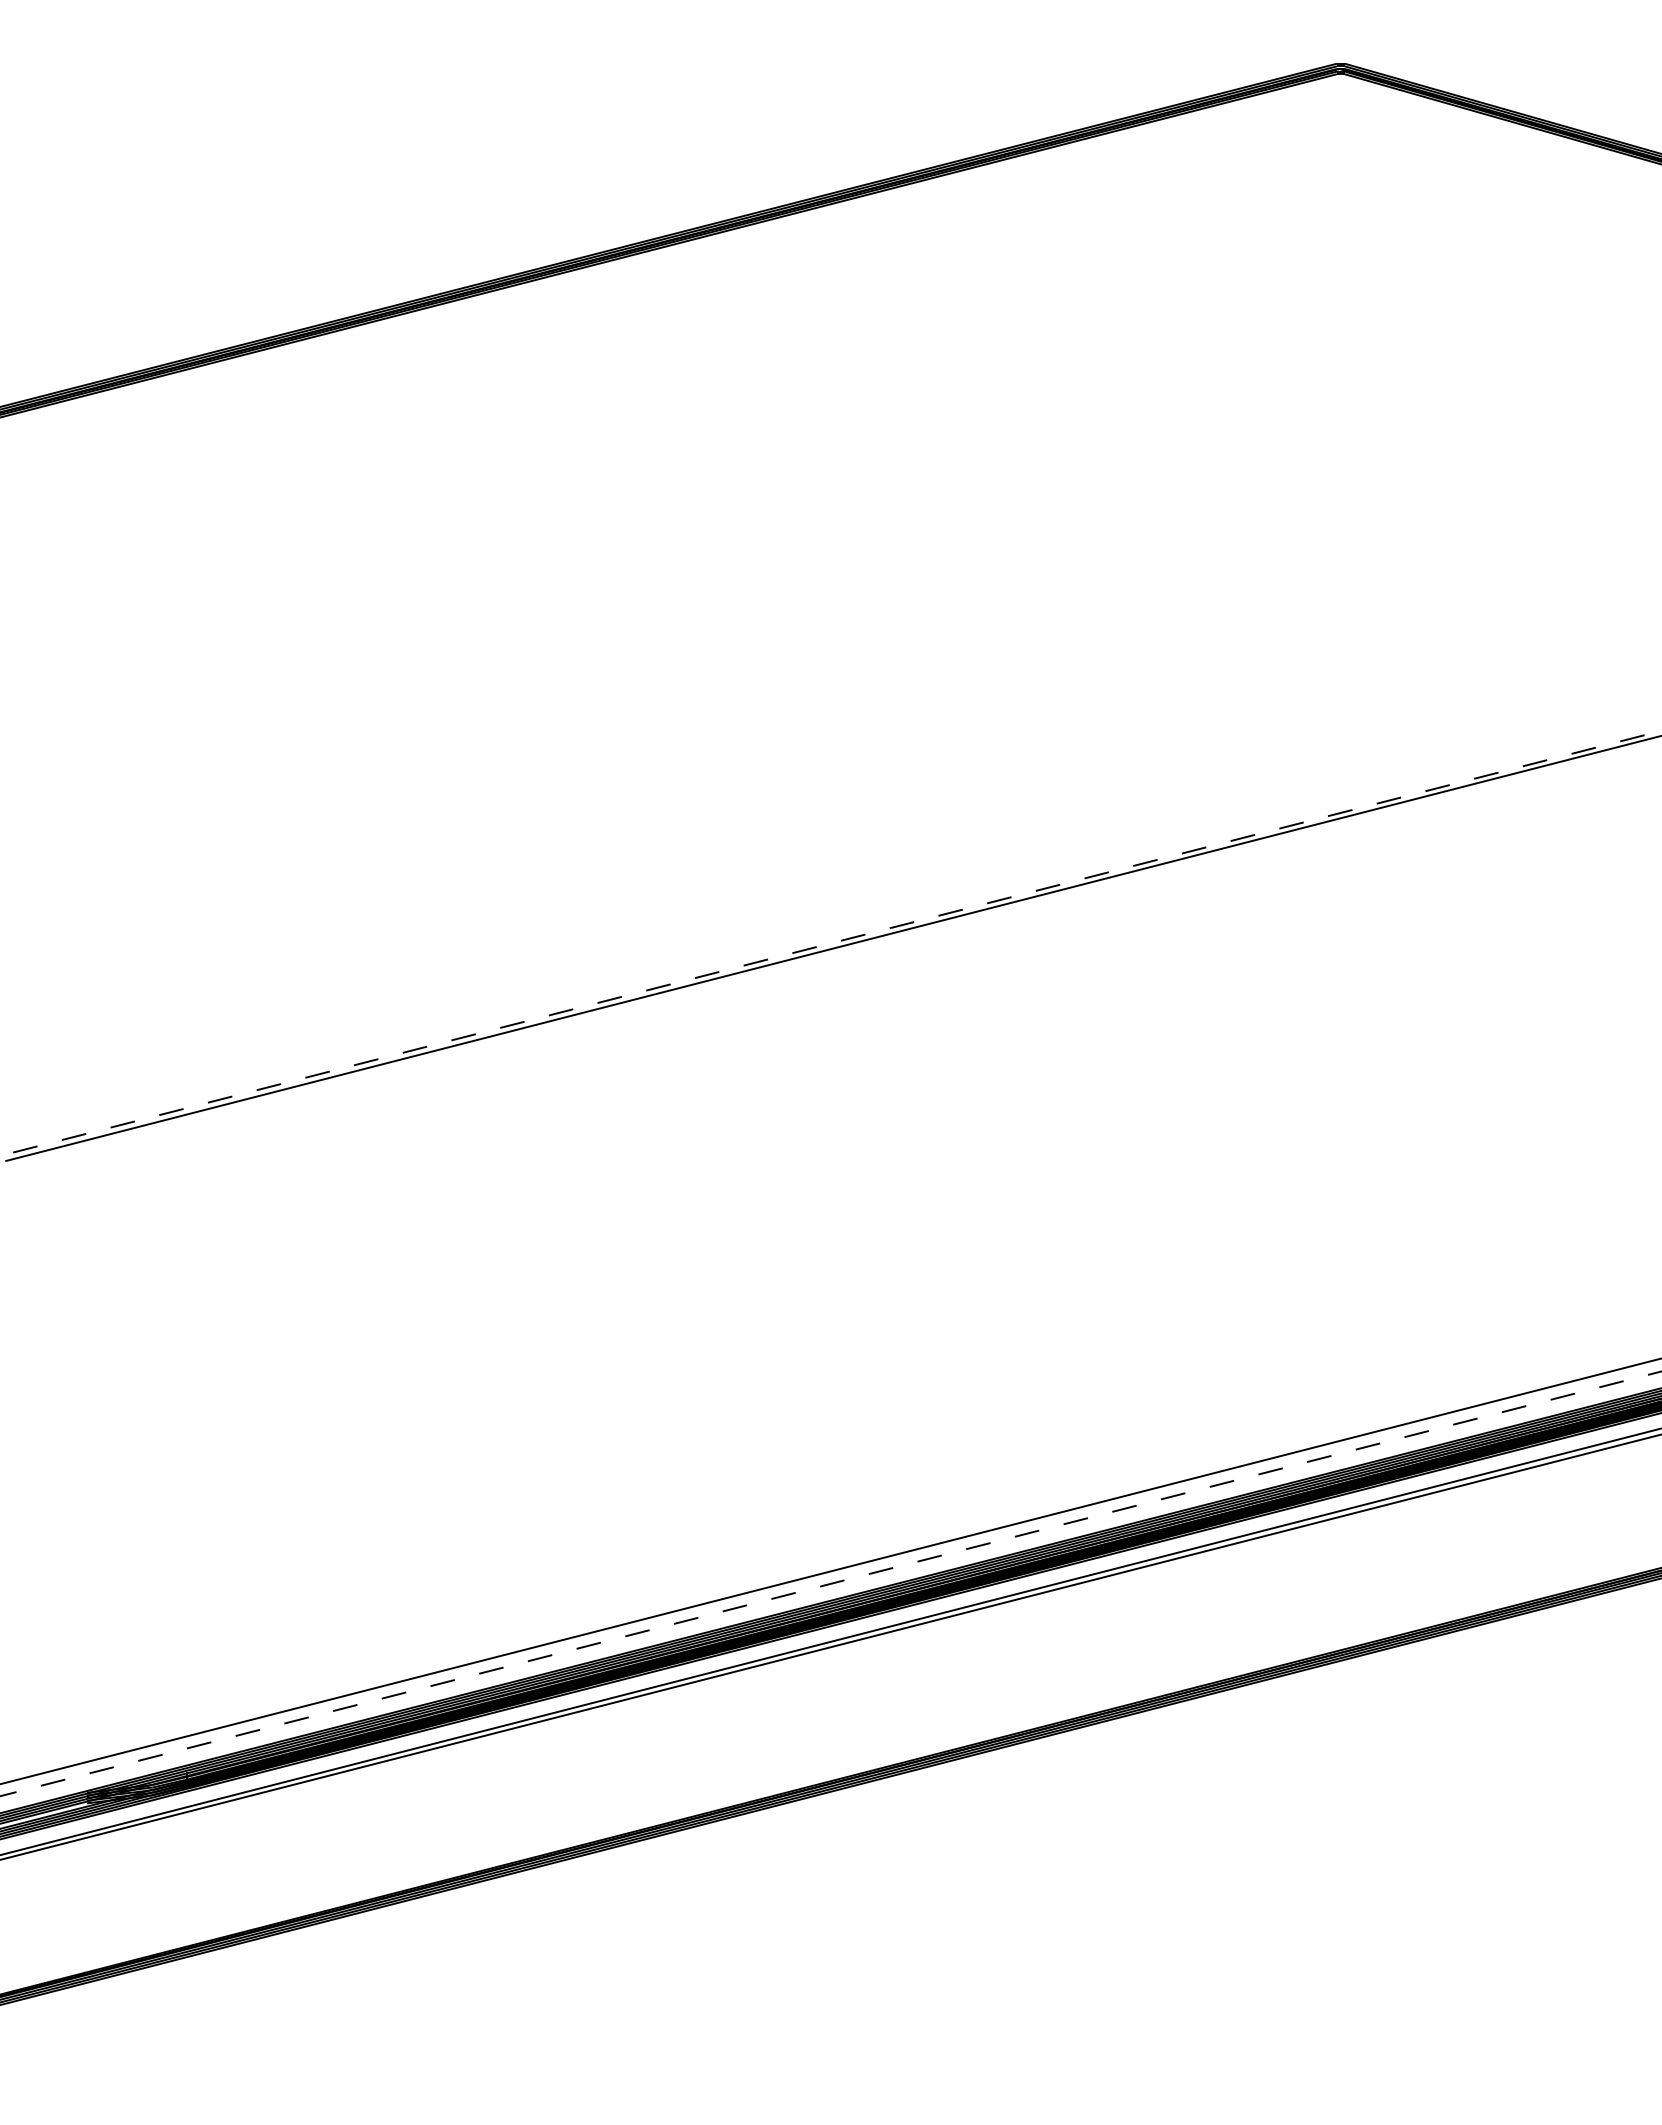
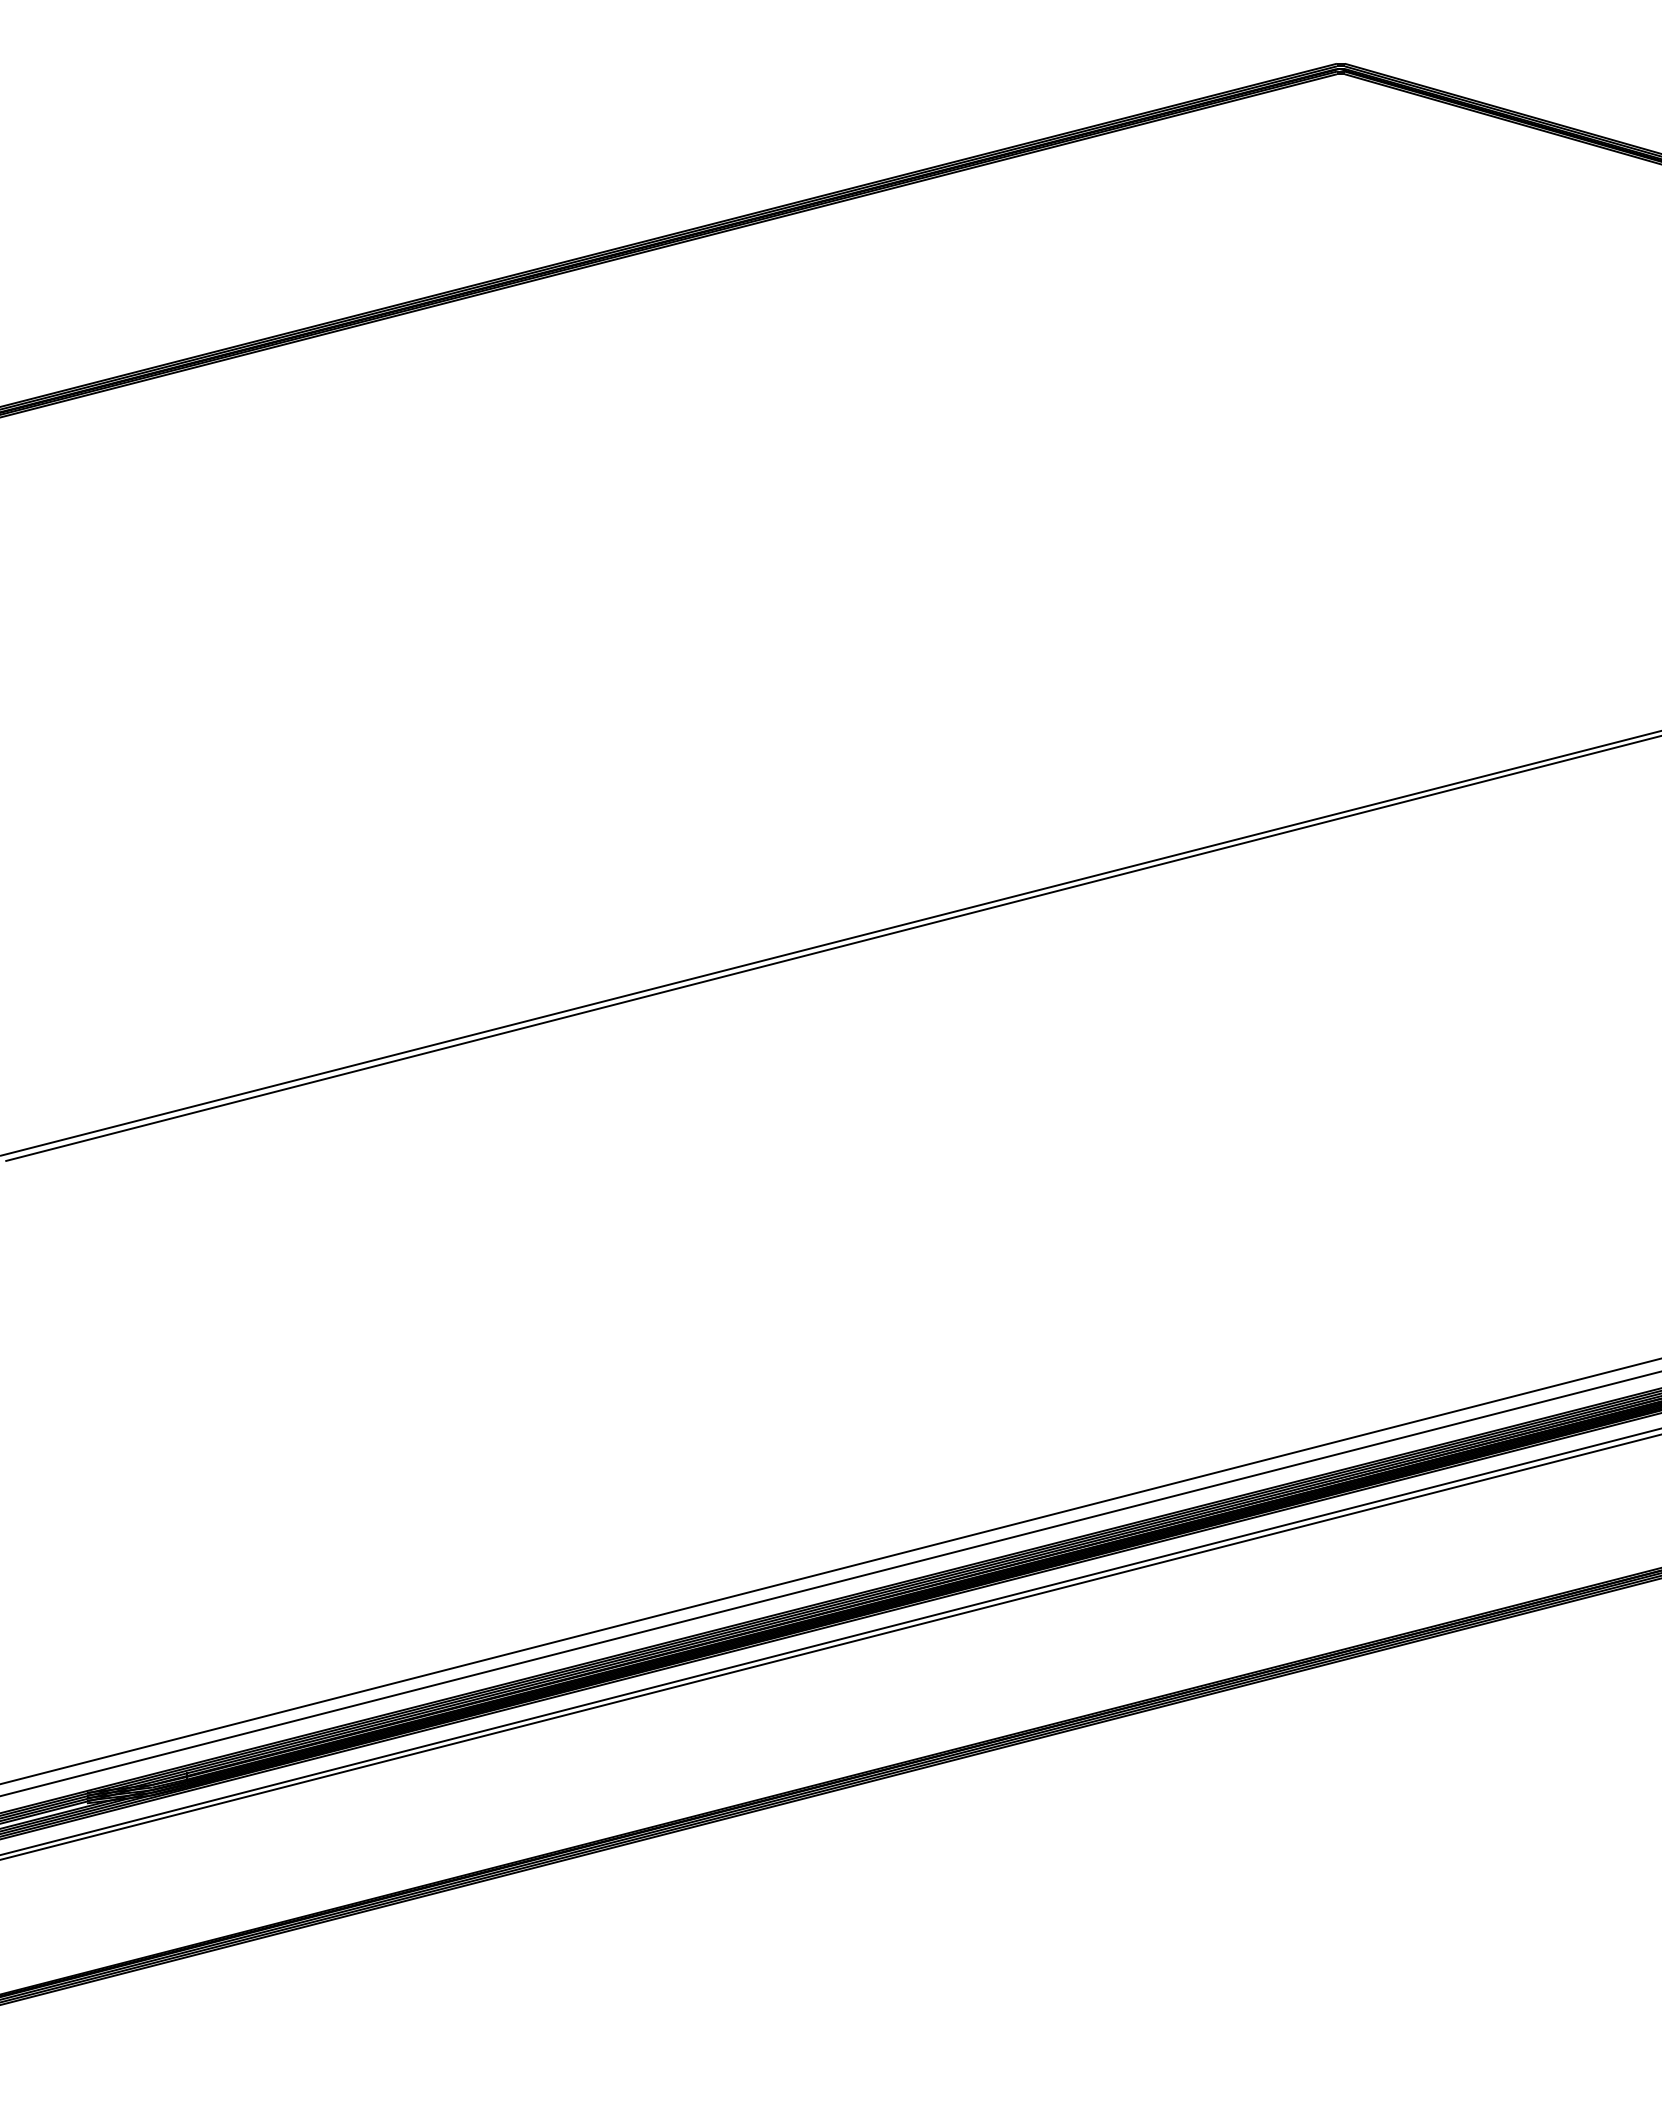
line at (830, 943): dashed -> solid
line at (830, 1583): dashed -> solid
